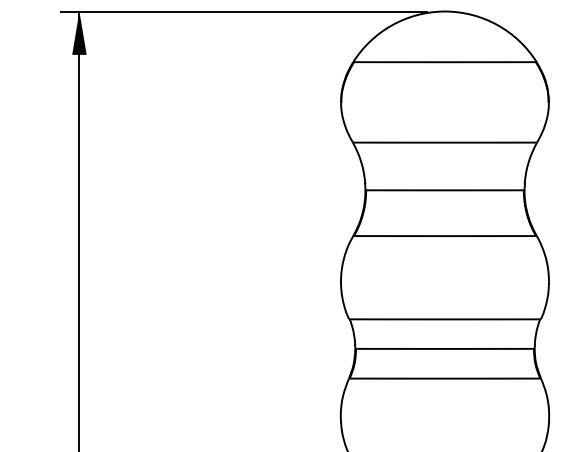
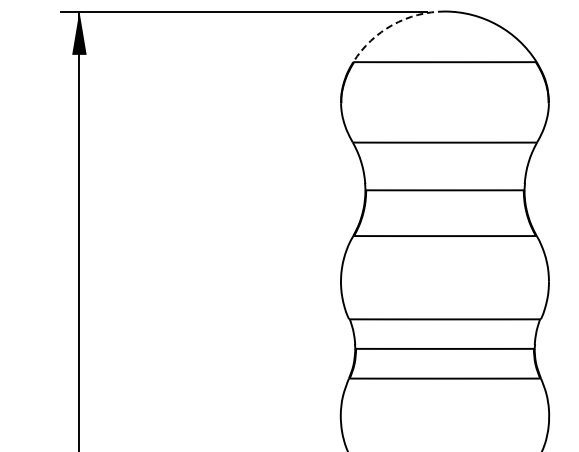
arc at (392, 25): solid -> dashed
